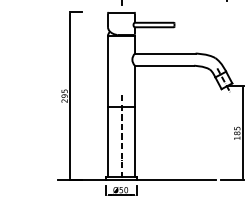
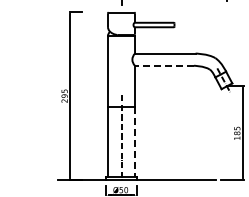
line at (164, 65): solid -> dashed
line at (134, 142): solid -> dashed
